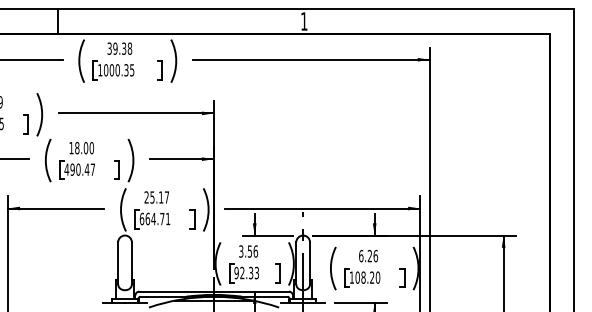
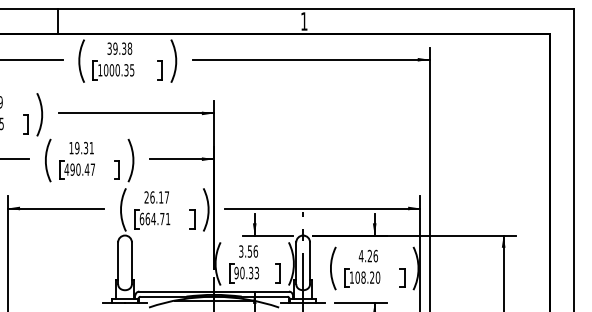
text at (84, 148): 18.00 -> 19.31
text at (152, 197): 25.17 -> 26.17
text at (360, 255): 6.26 -> 4.26
text at (242, 273): 92.33 -> 90.33
